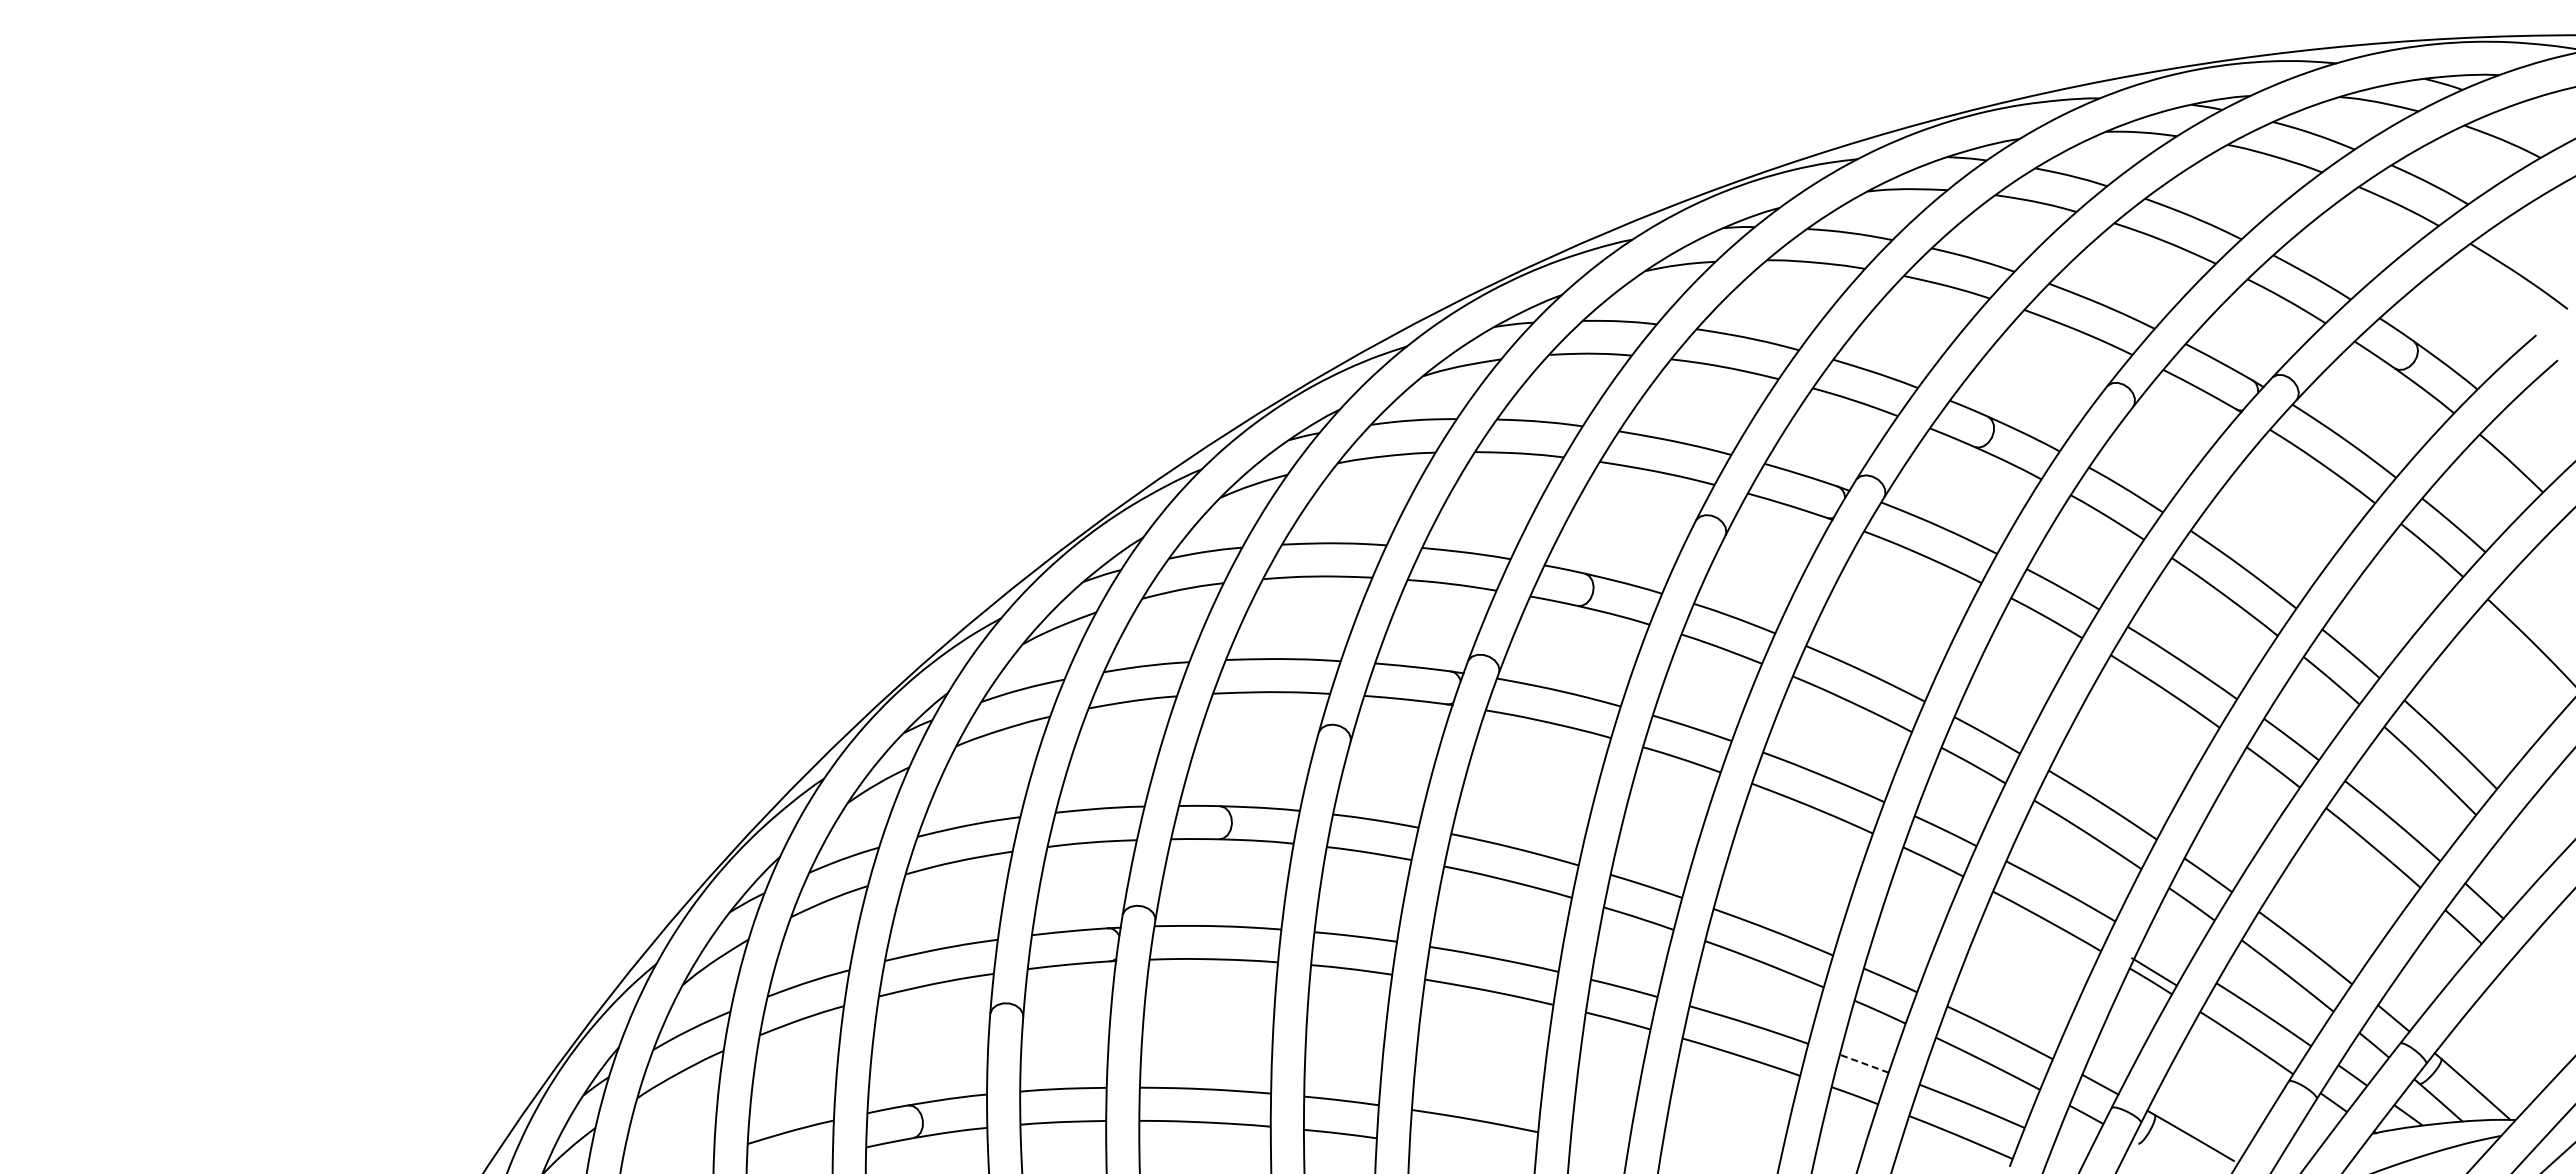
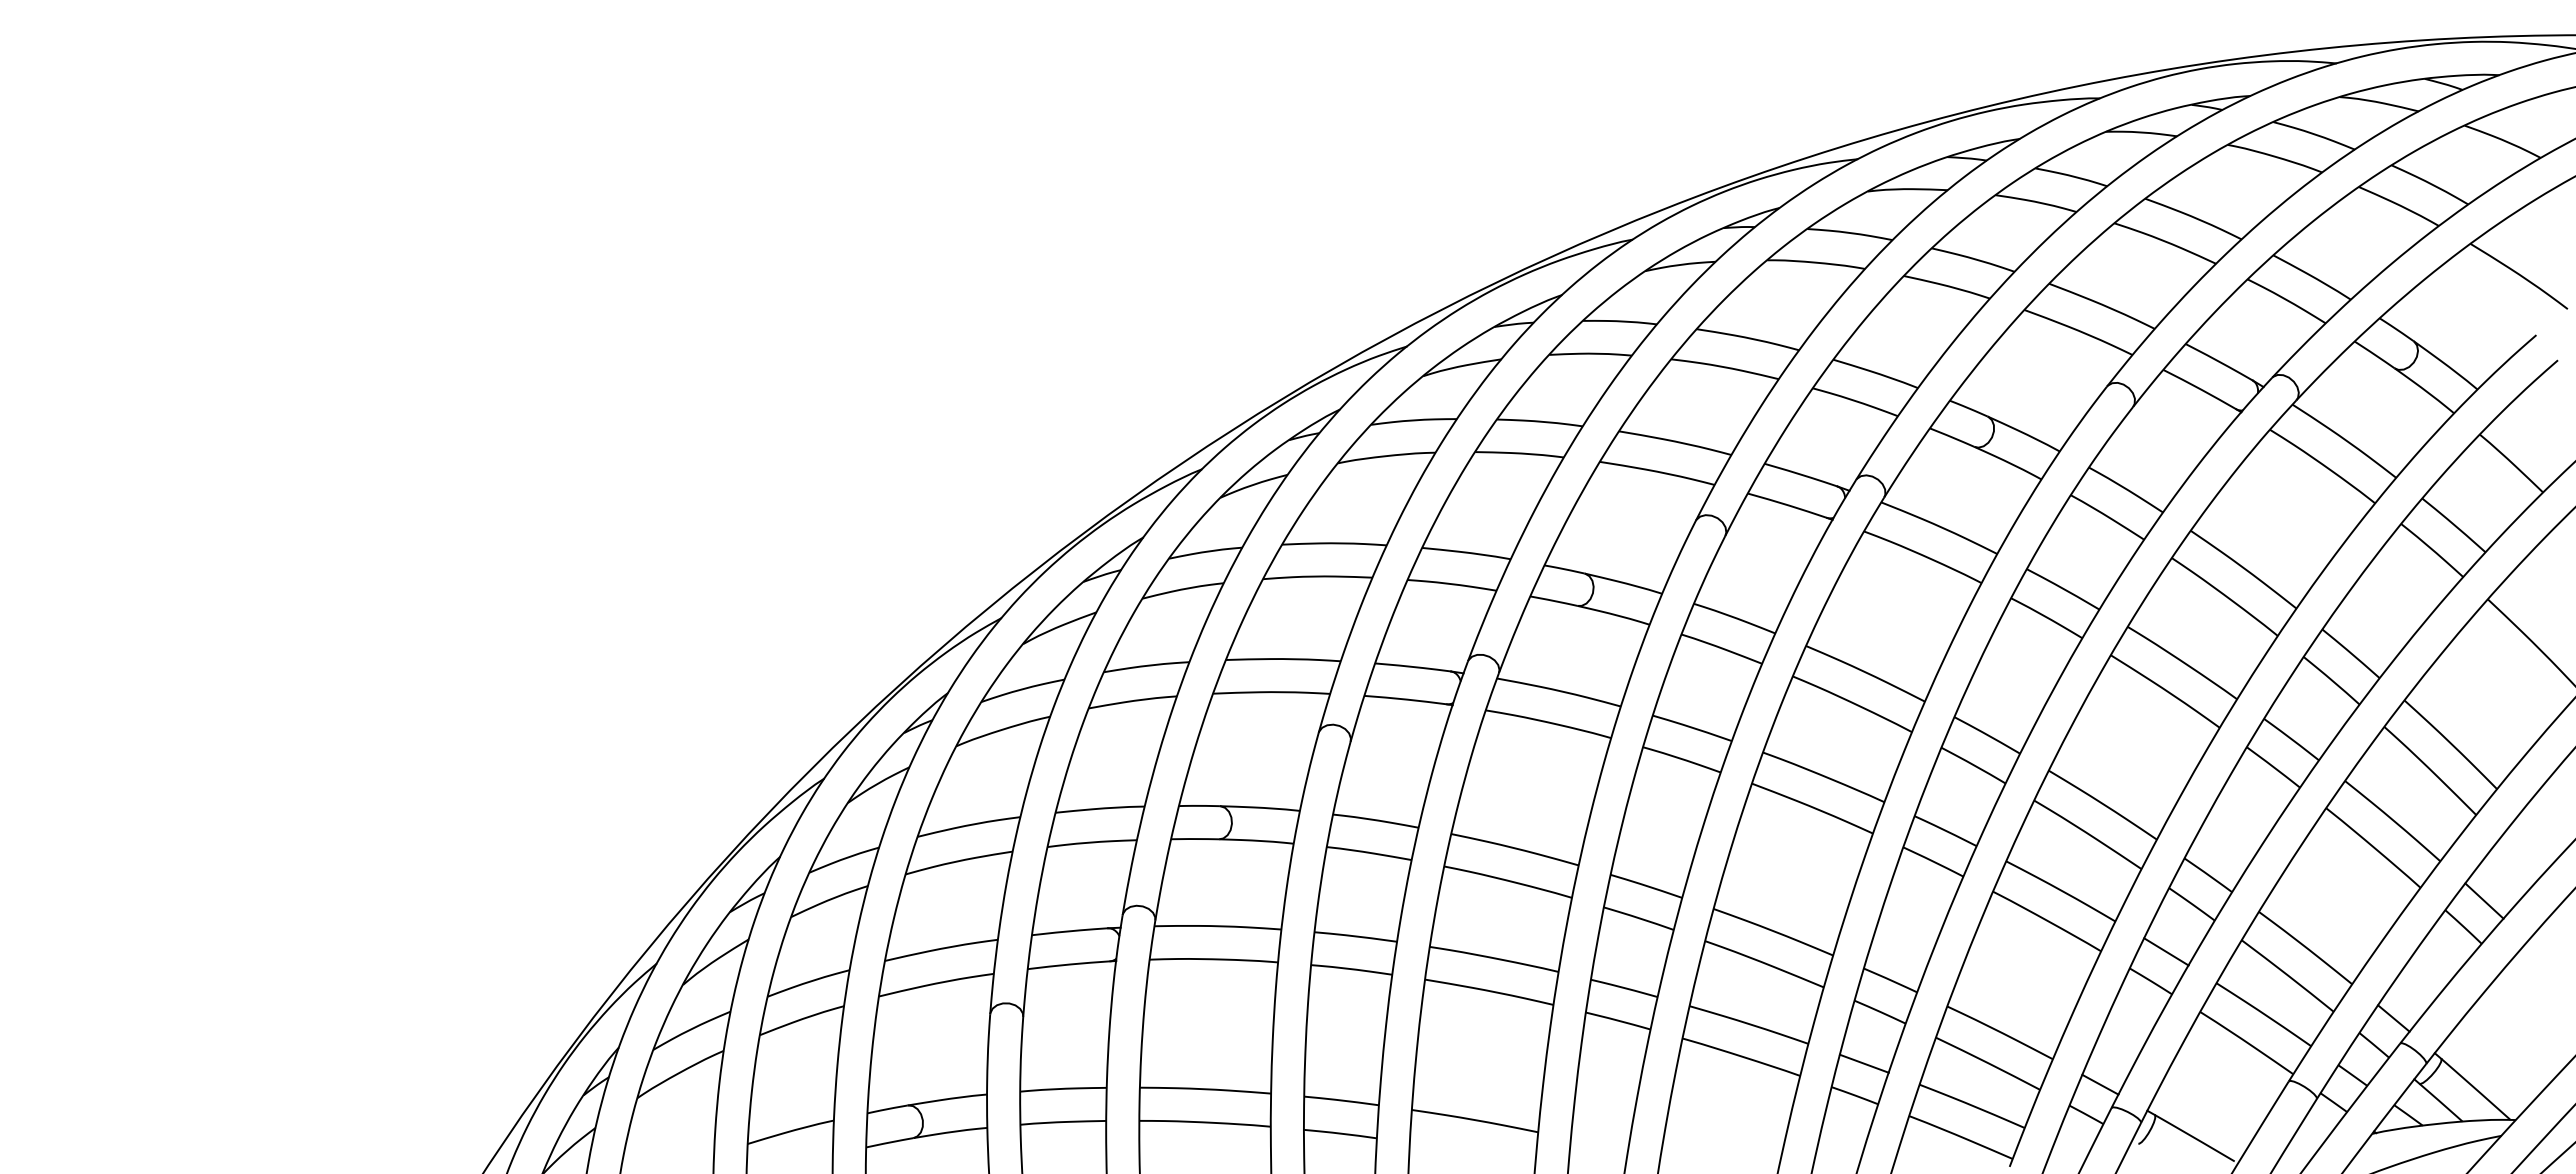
line at (2154, 971) position: (2154, 971) -> (2166, 951)
line at (1863, 1063): dashed -> solid
